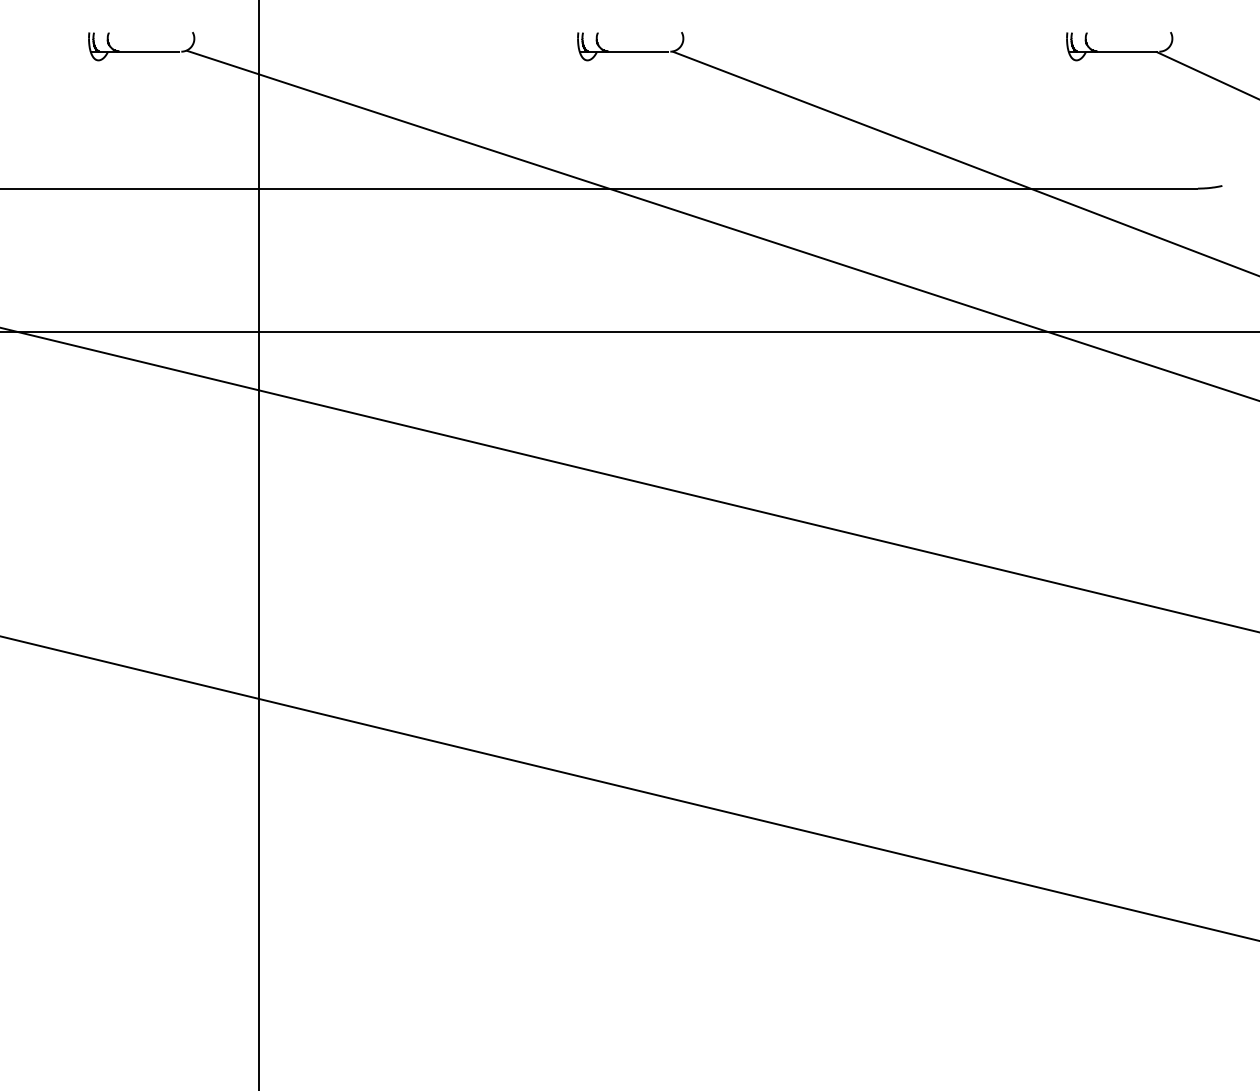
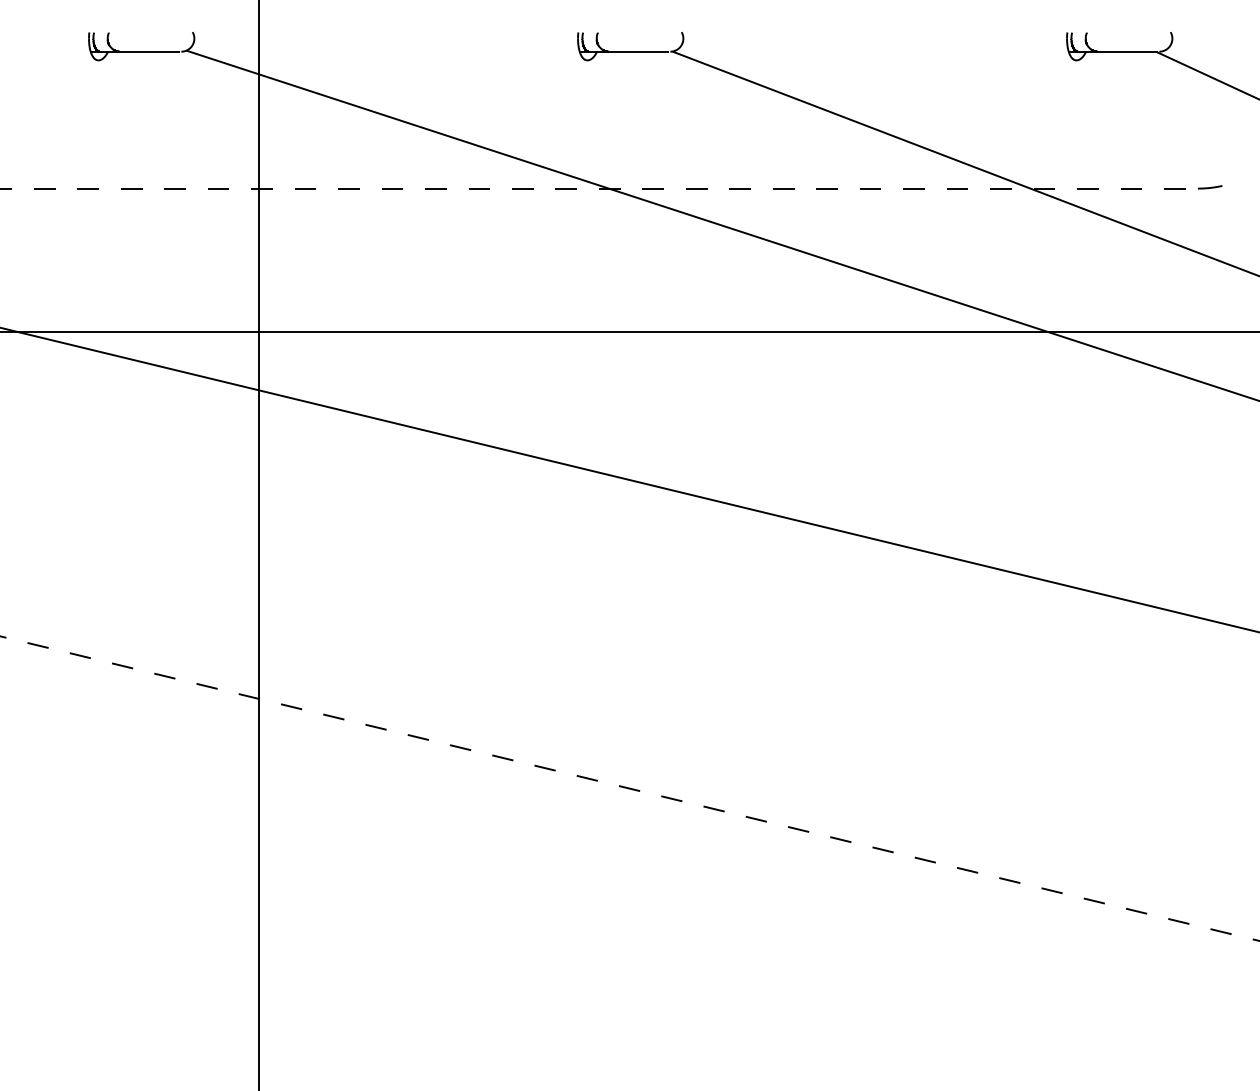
line at (599, 188): solid -> dashed
line at (630, 788): solid -> dashed
